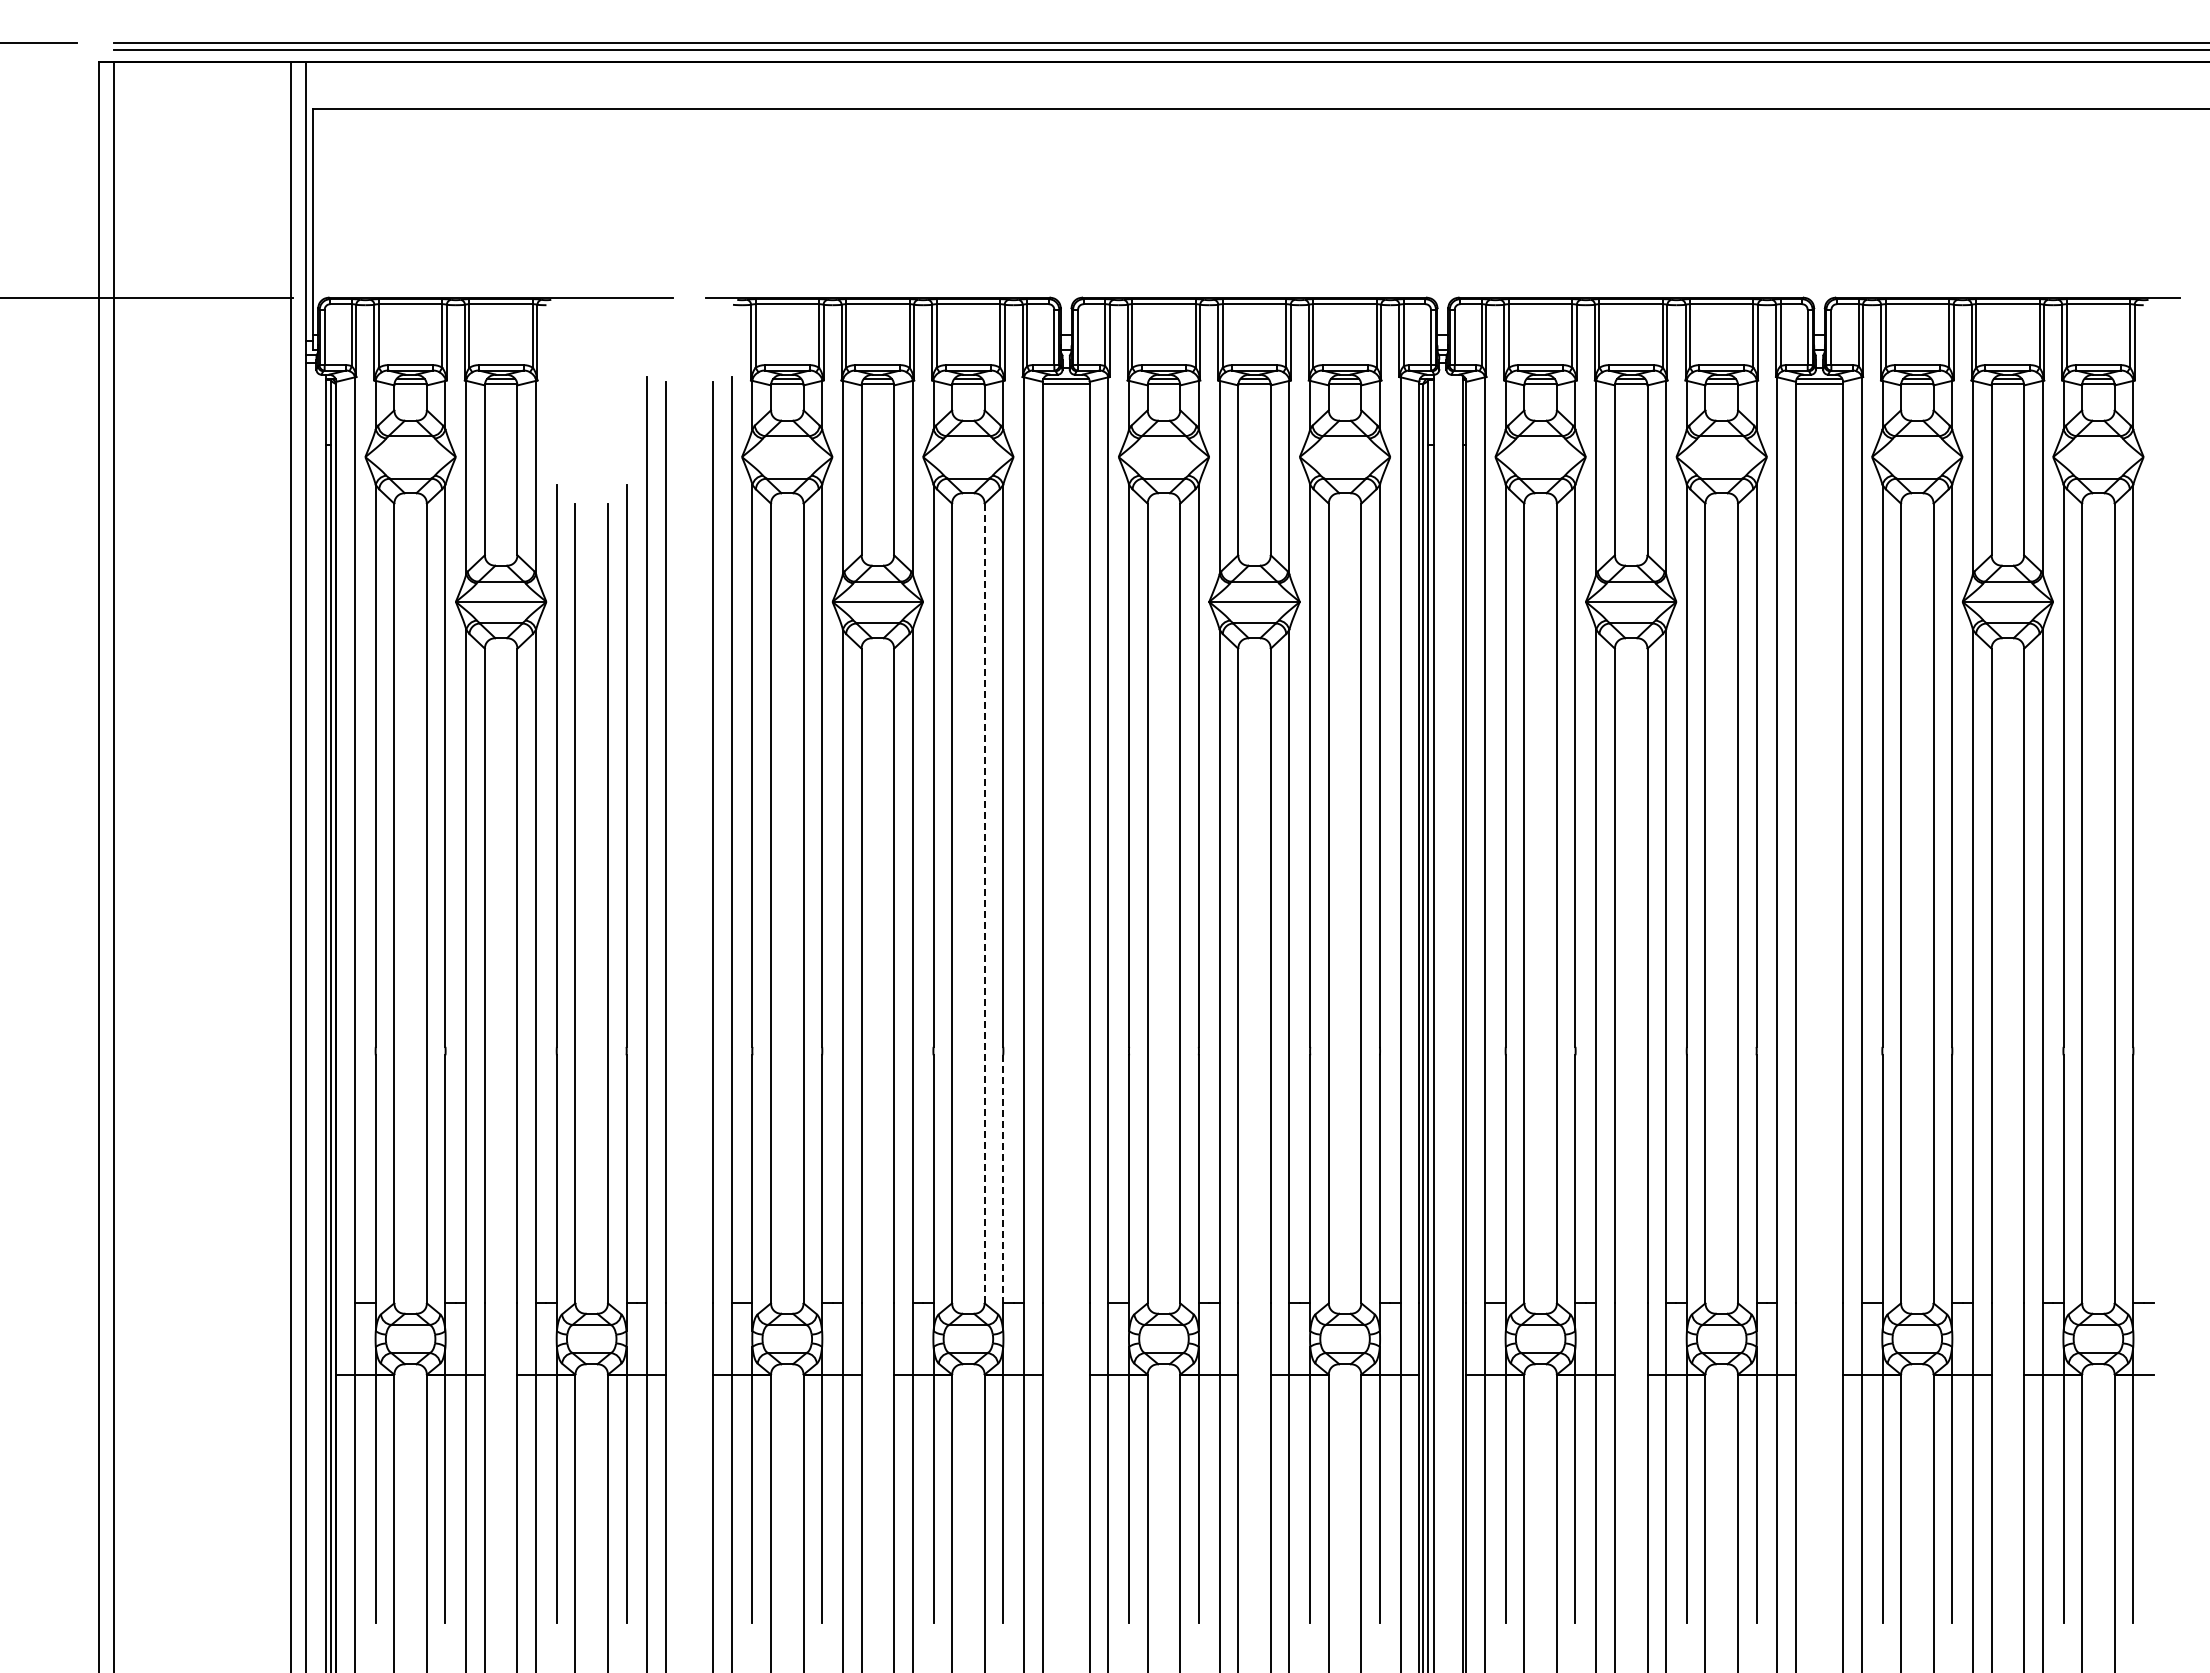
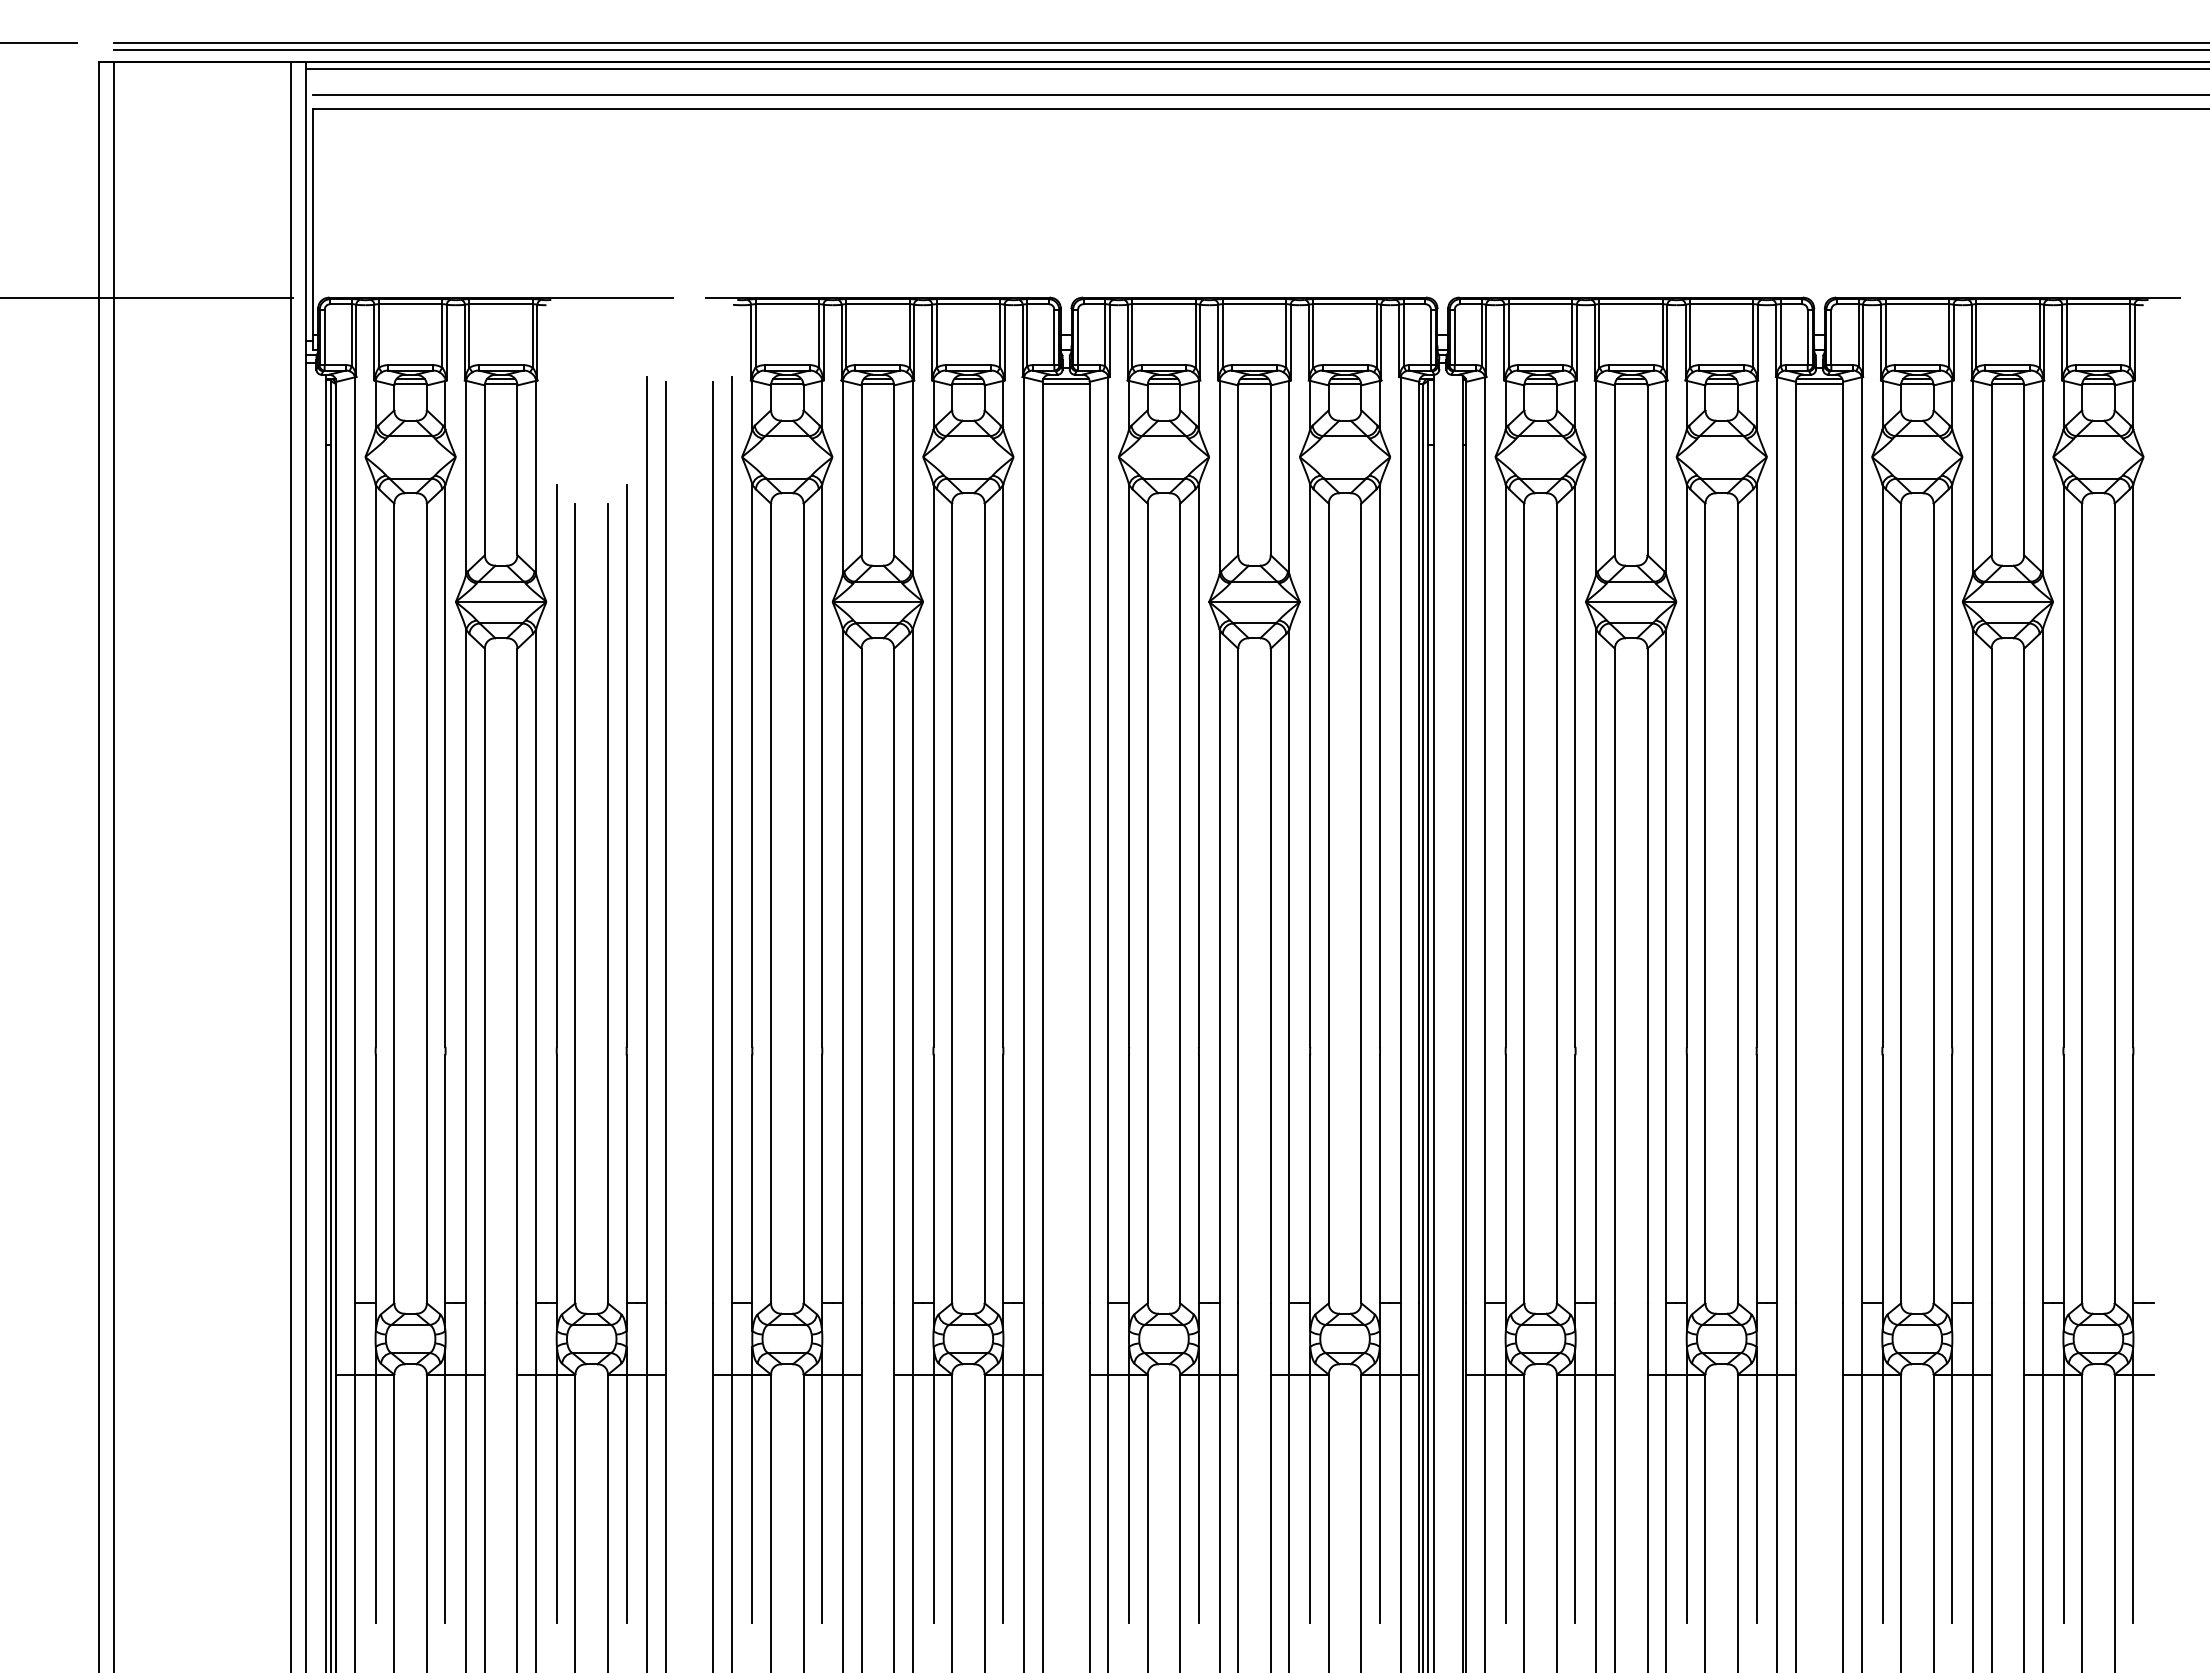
line at (1255, 69): none -> present
line at (1259, 94): none -> present
line at (984, 903): dashed -> solid
line at (1003, 1179): dashed -> solid
